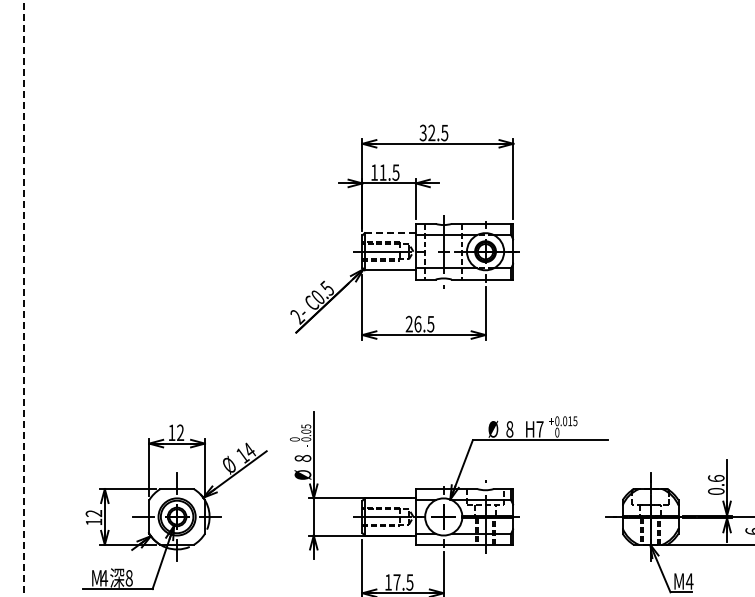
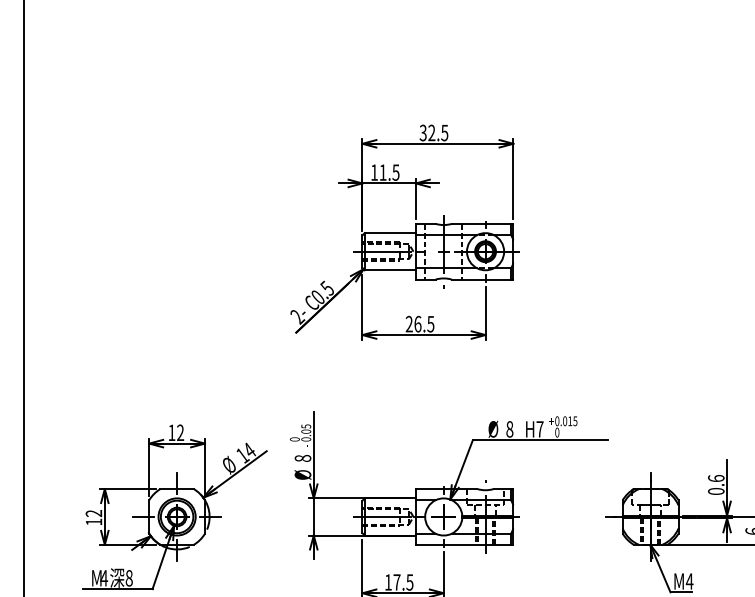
line at (390, 233): dashed -> solid
line at (23, 298): dashed -> solid
